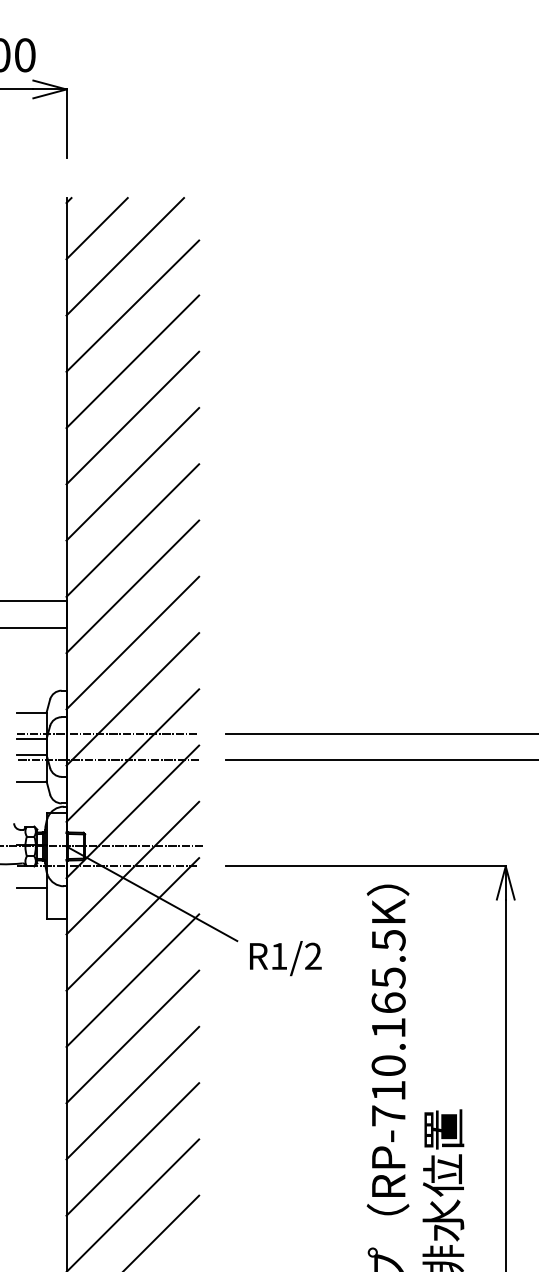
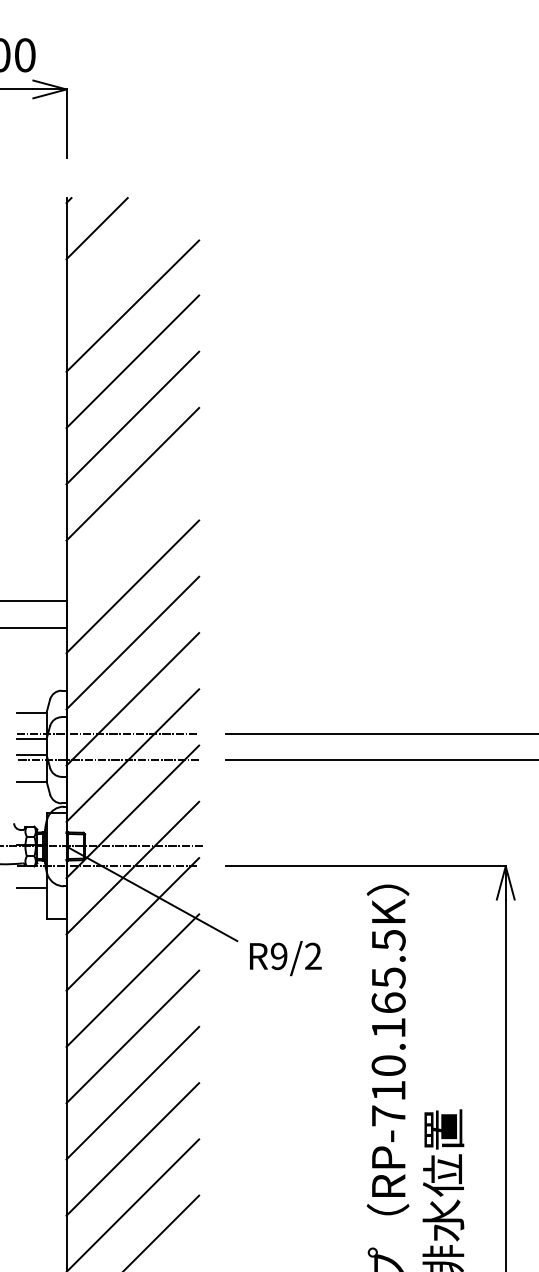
line at (125, 256): present -> none
line at (132, 530): present -> none
text at (278, 956): R1/2 -> R9/2
